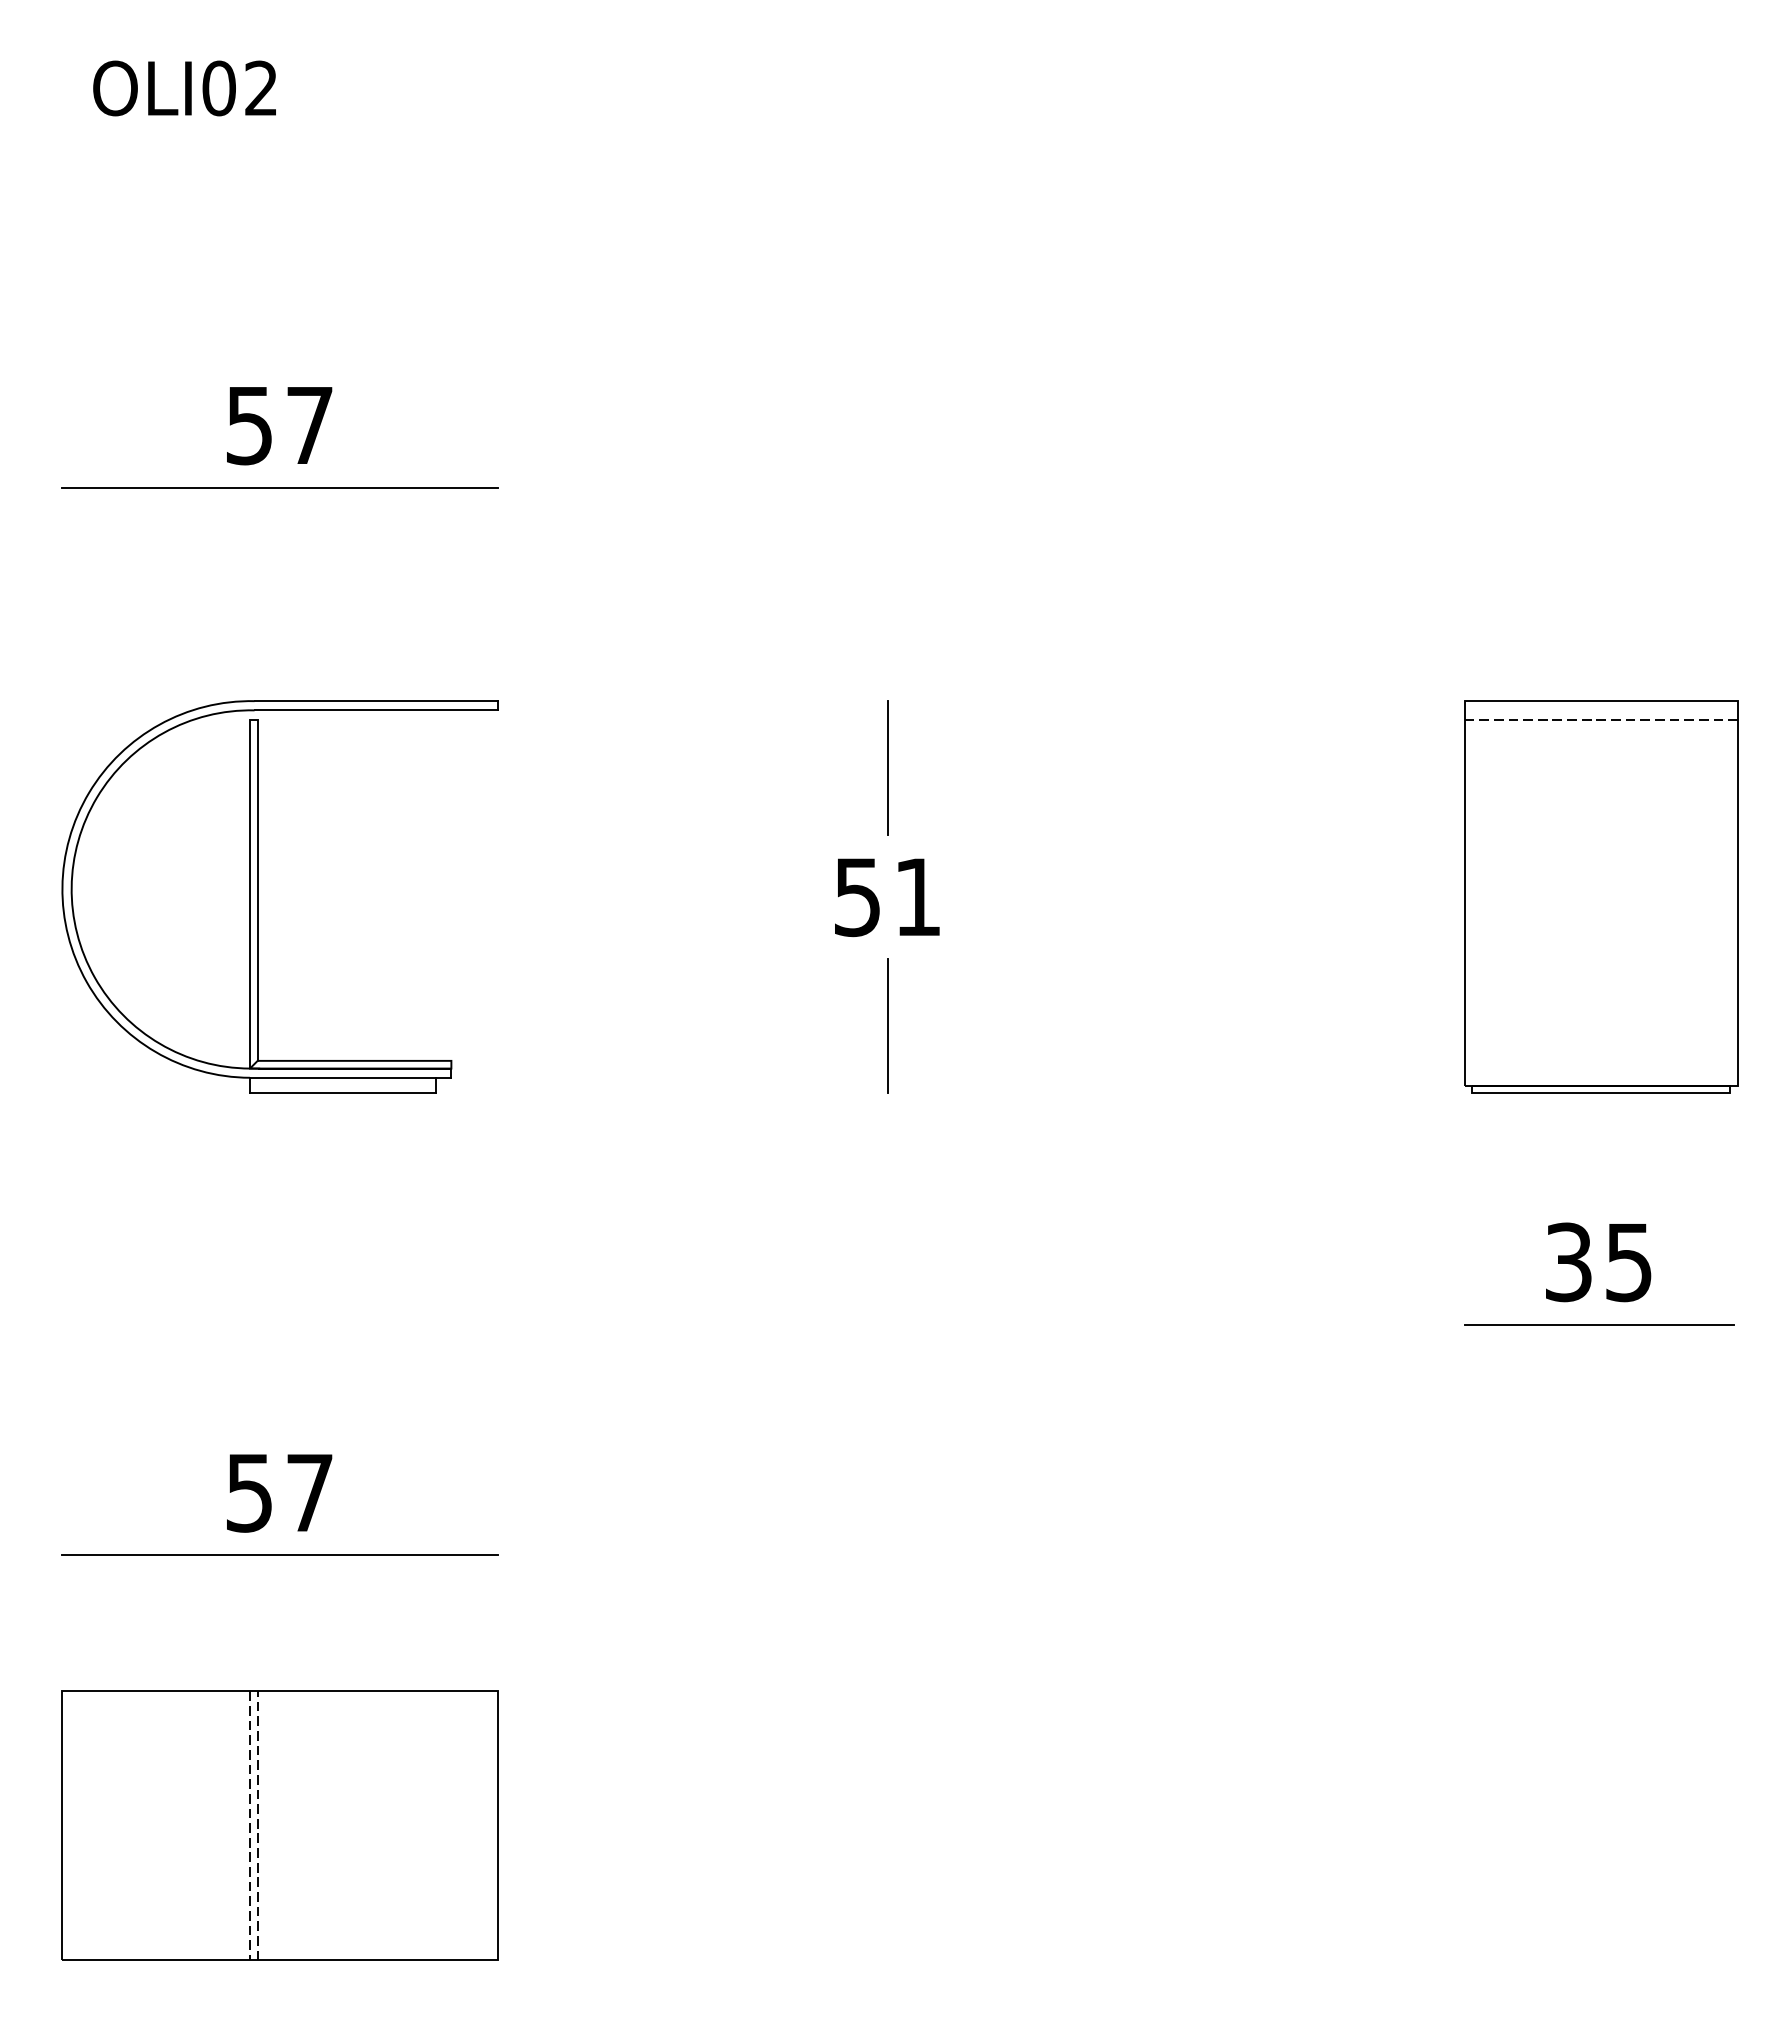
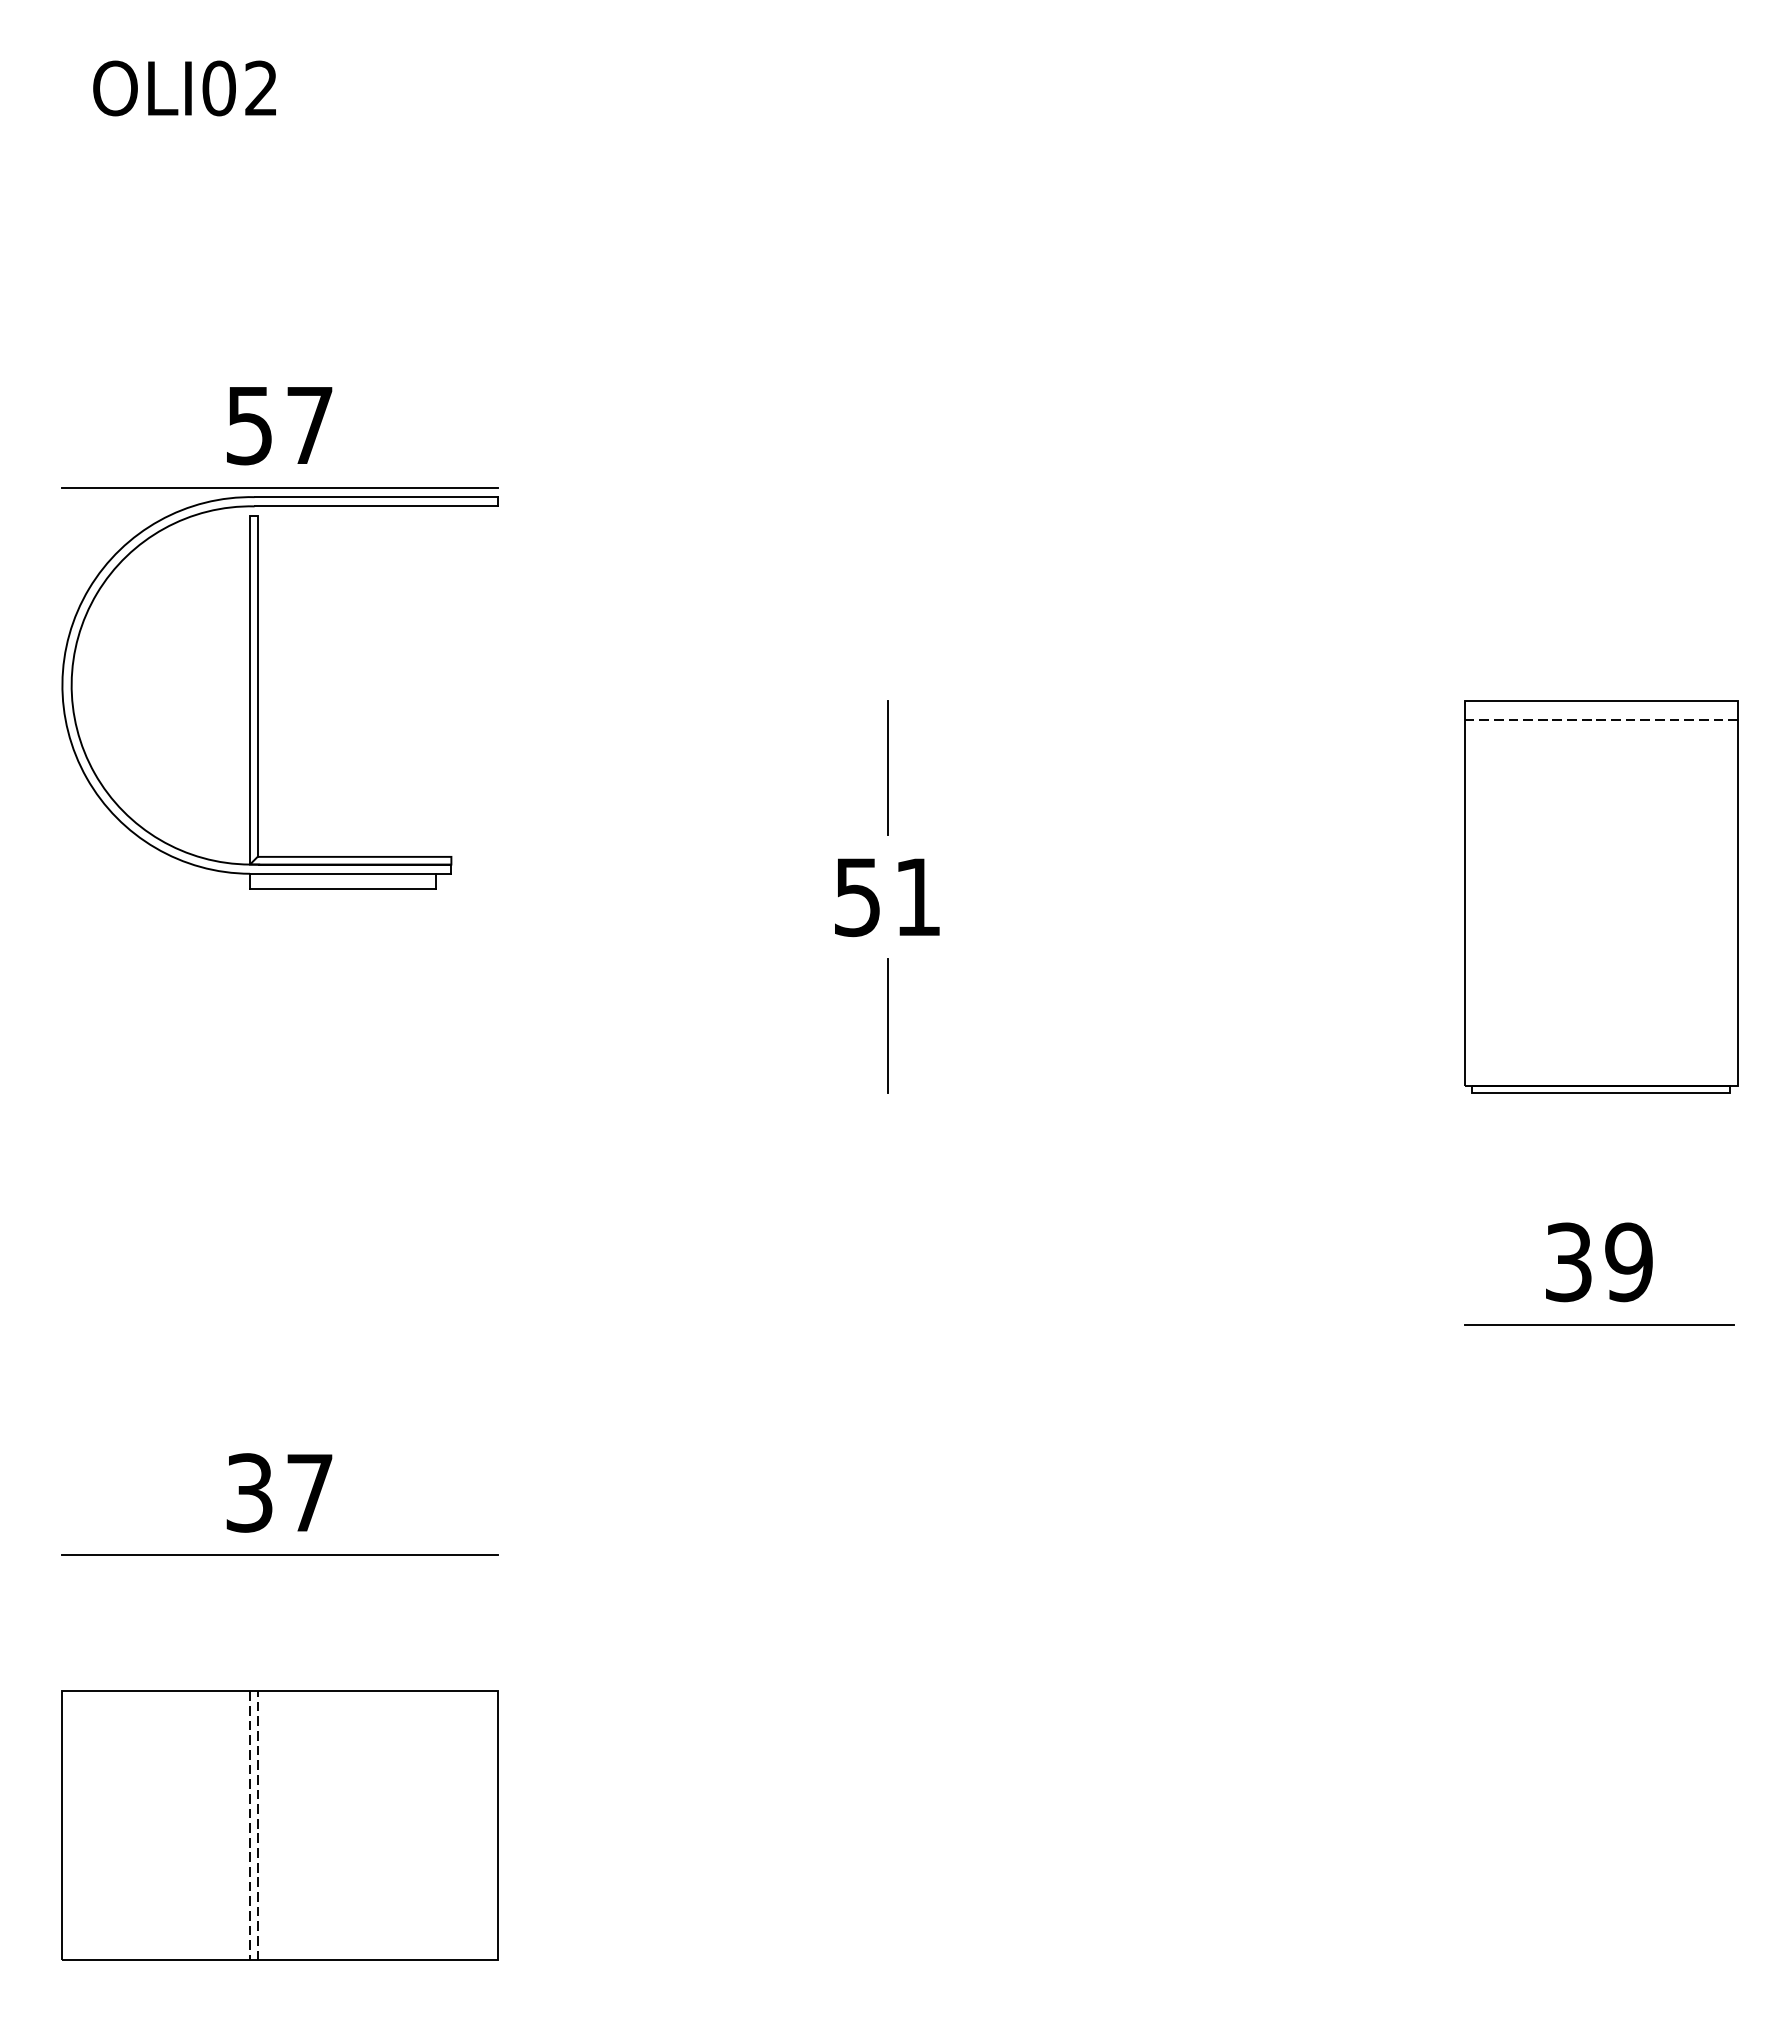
part at (258, 896) position: (258, 896) -> (258, 692)
text at (1628, 1262): 35 -> 39
text at (249, 1492): 57 -> 37
